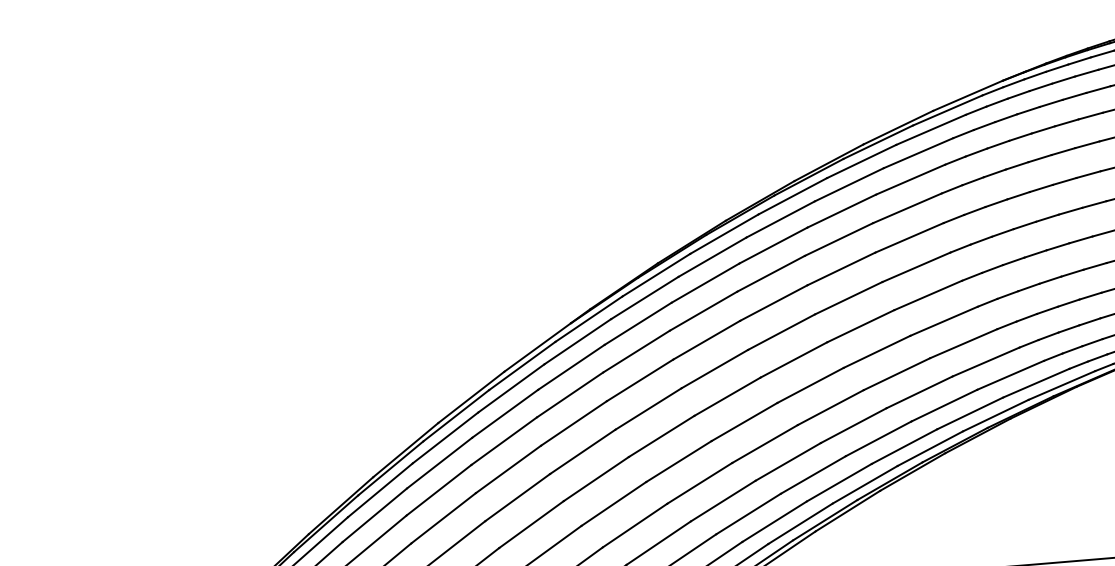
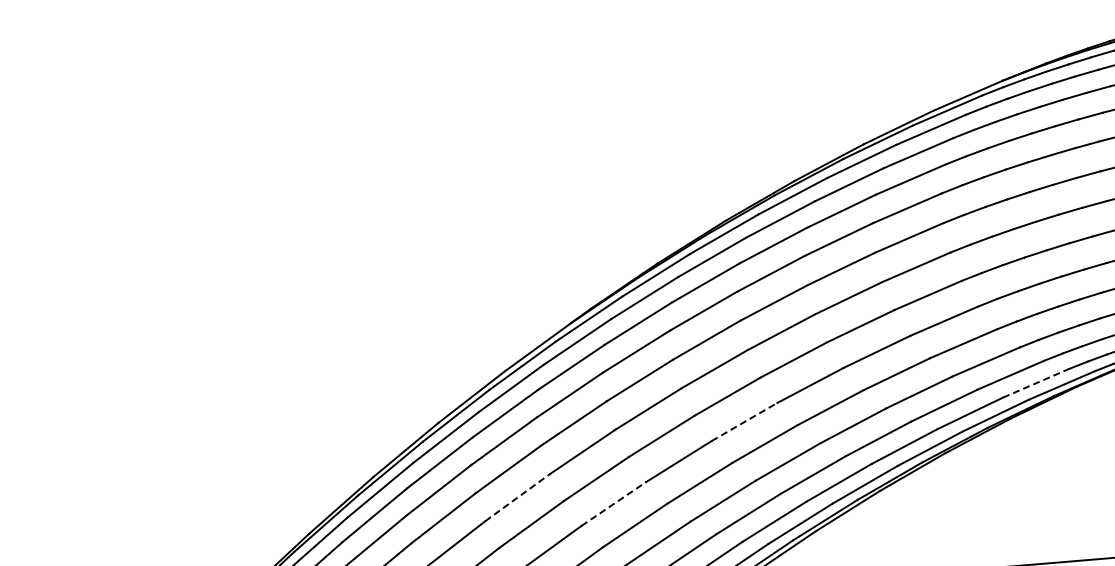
line at (1036, 383): solid -> dashed
line at (744, 421): solid -> dashed
line at (518, 497): solid -> dashed
line at (614, 503): solid -> dashed
